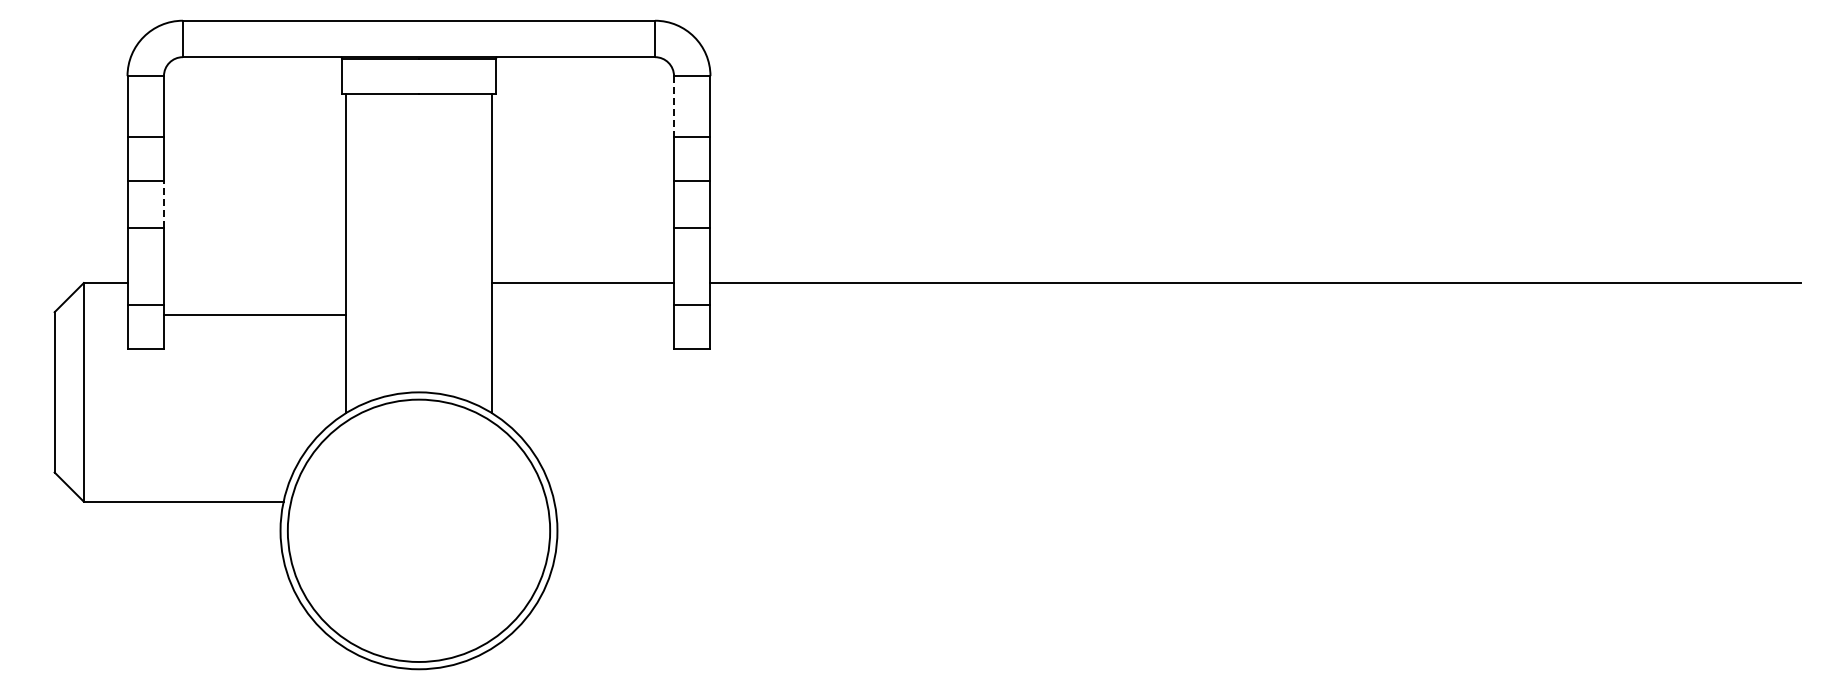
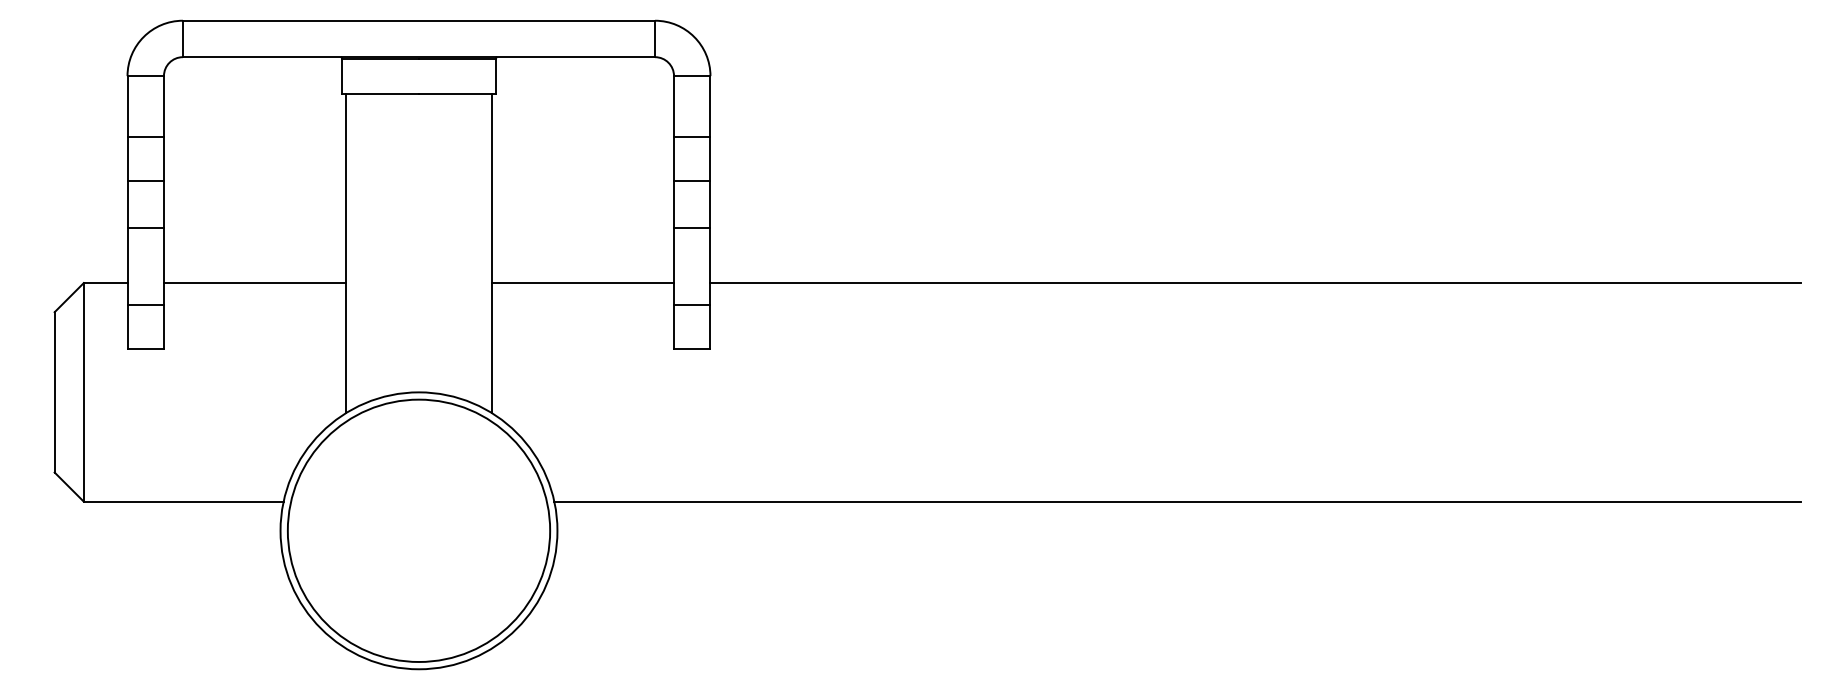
line at (674, 106): dashed -> solid
line at (163, 204): dashed -> solid
line at (254, 315) position: (254, 315) -> (254, 283)
line at (1177, 501): none -> present
